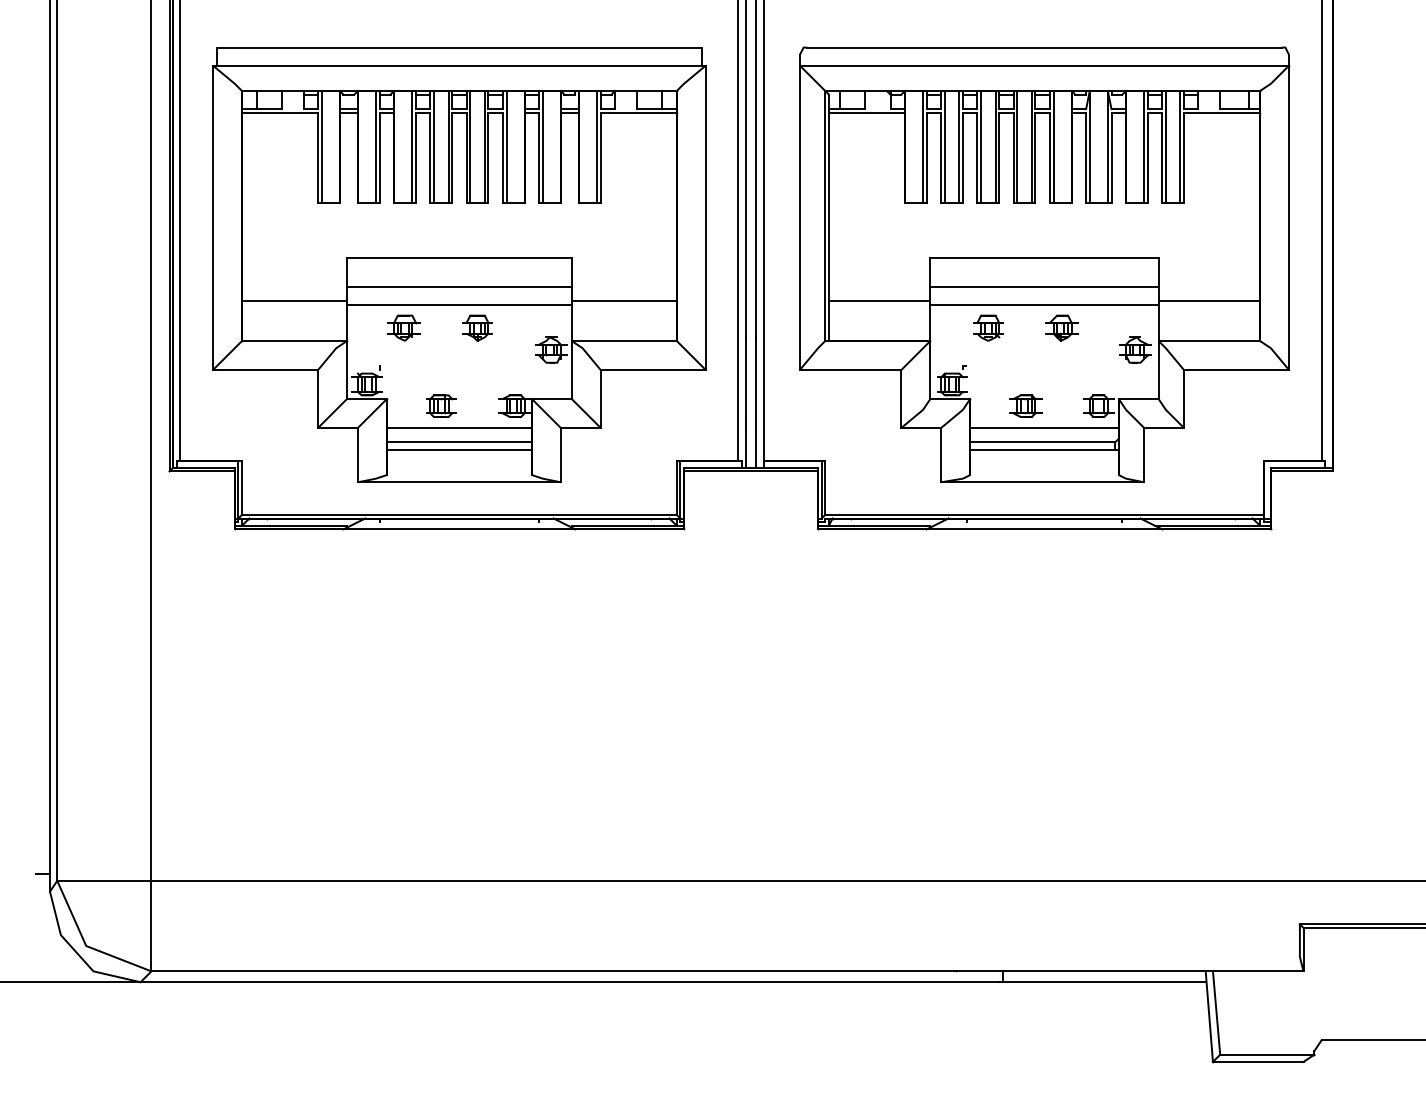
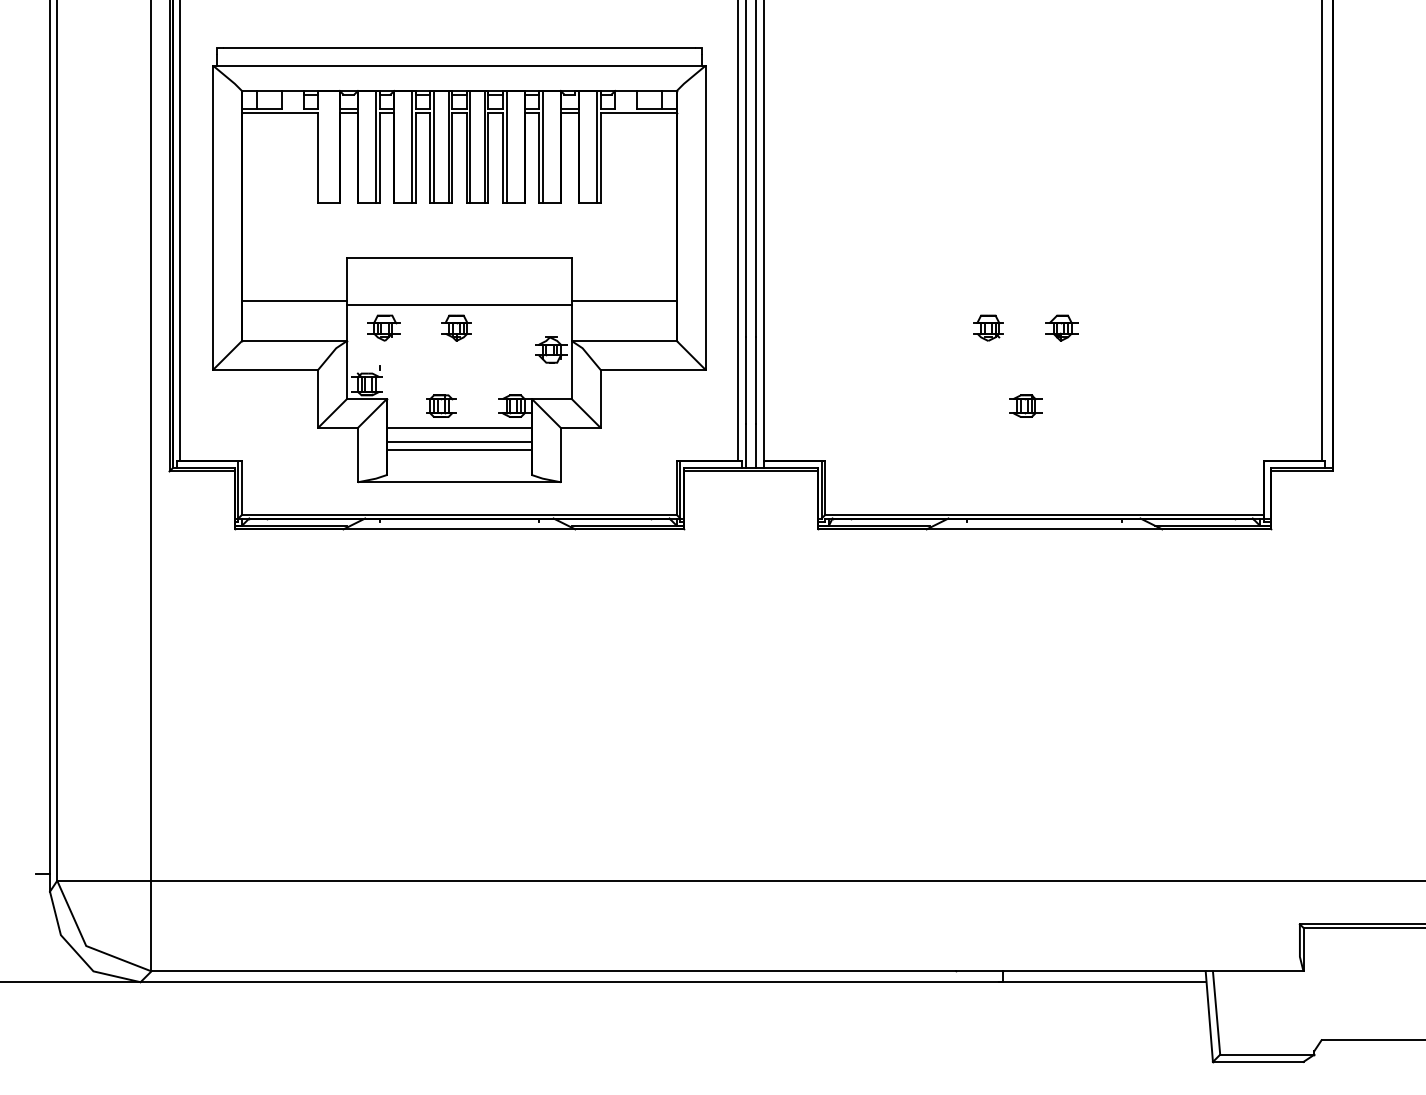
line at (321, 147): present -> none
part at (1044, 264): present -> none
line at (459, 286): present -> none
part at (403, 327) position: (403, 327) -> (383, 327)
part at (477, 327) position: (477, 327) -> (456, 327)
